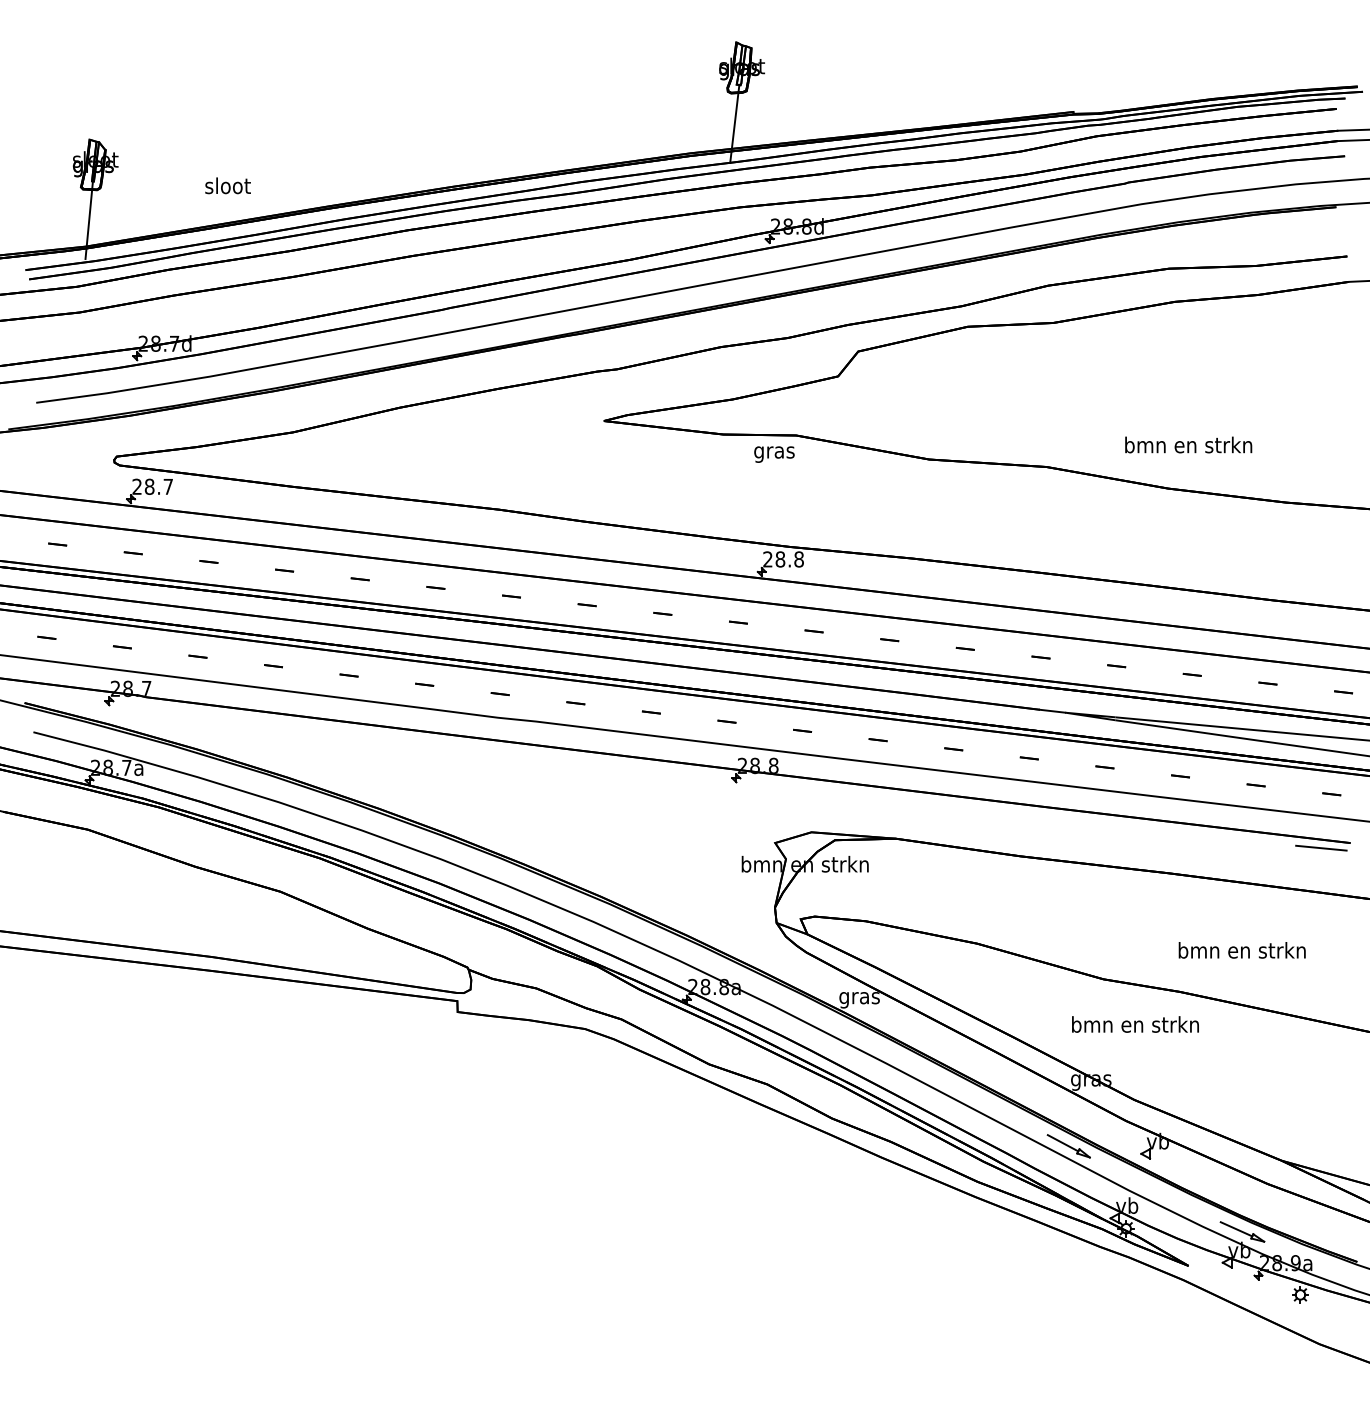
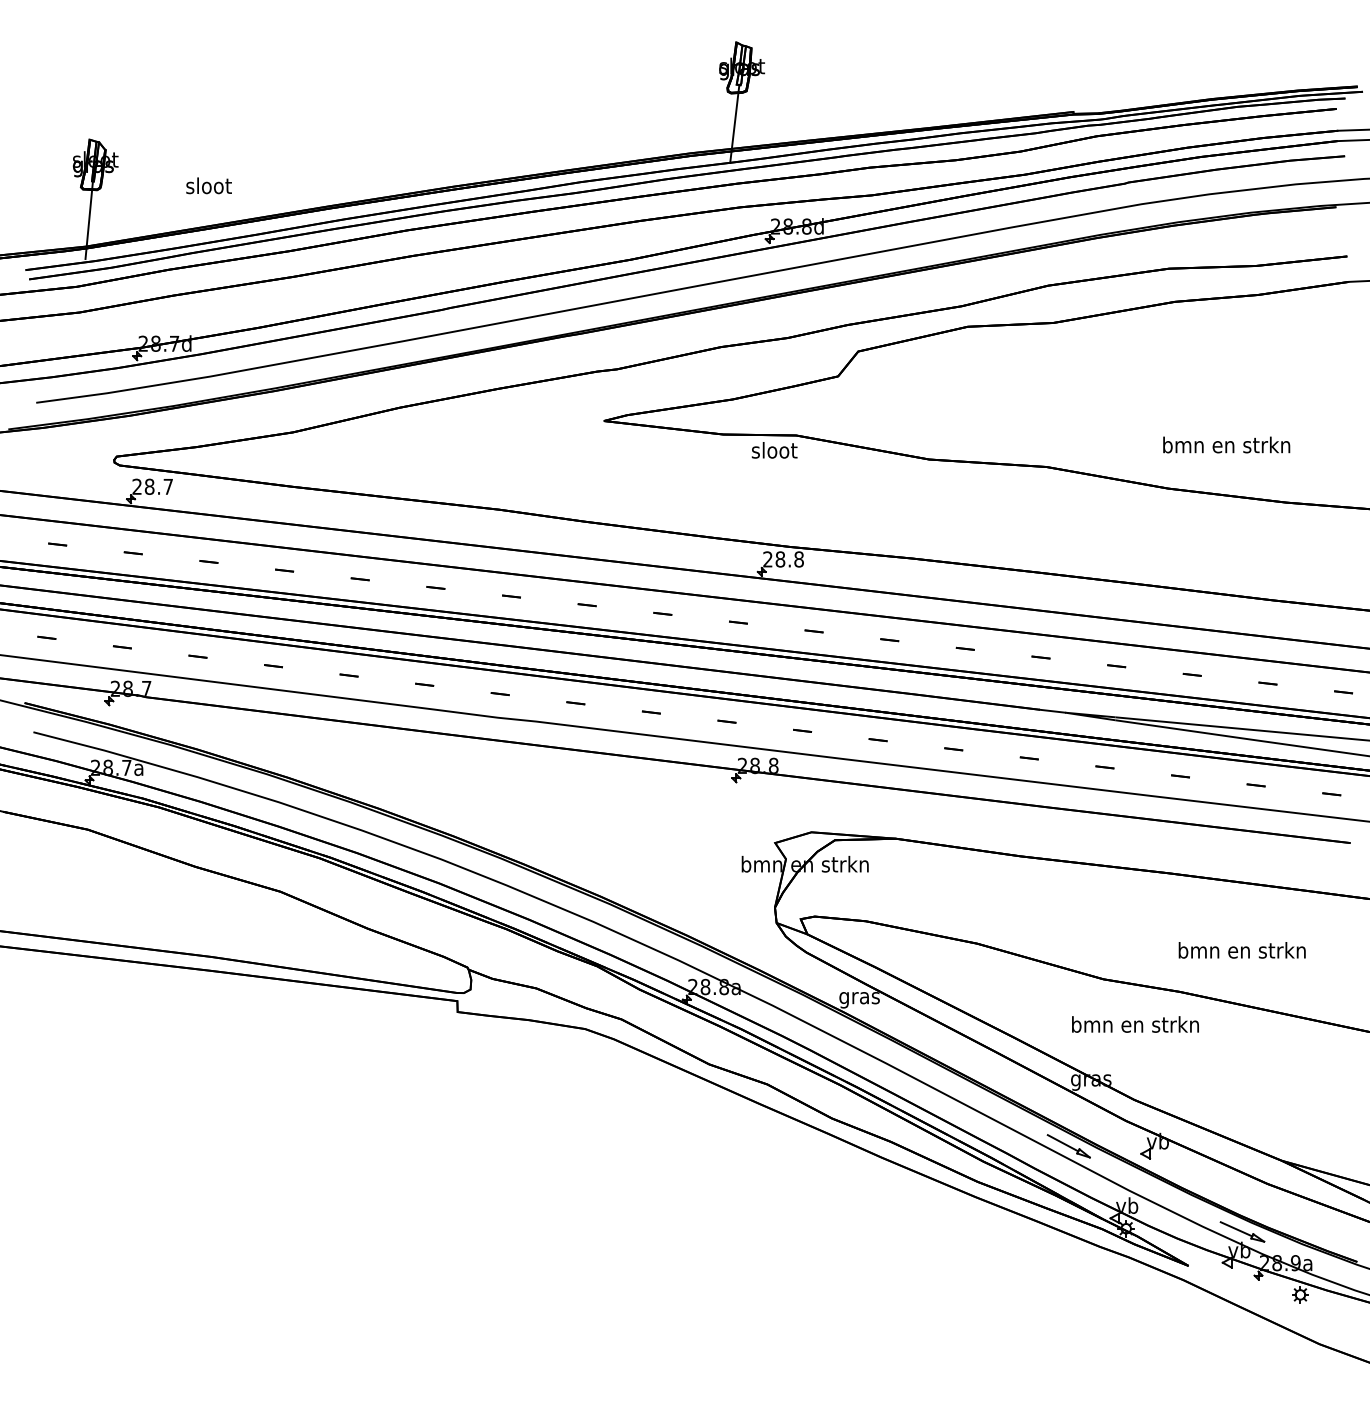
text at (227, 185) position: (227, 185) -> (208, 185)
text at (1188, 444) position: (1188, 444) -> (1226, 444)
text at (774, 452): gras -> sloot
line at (1321, 847): present -> none
